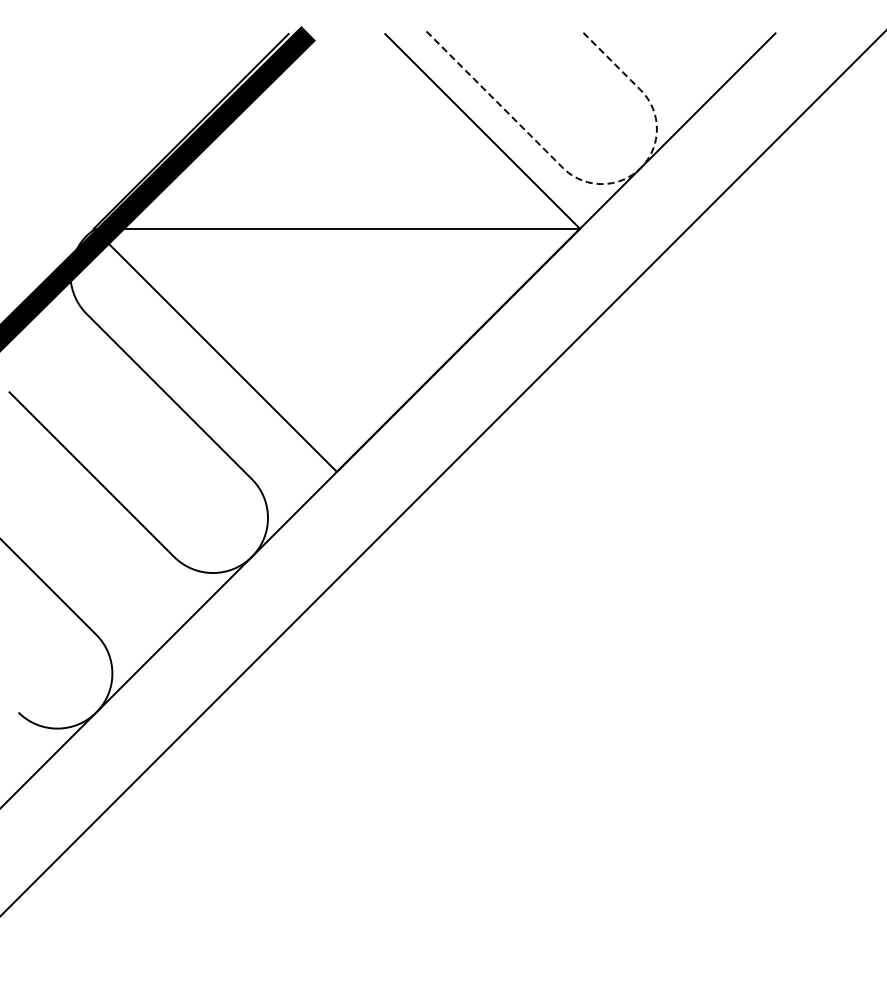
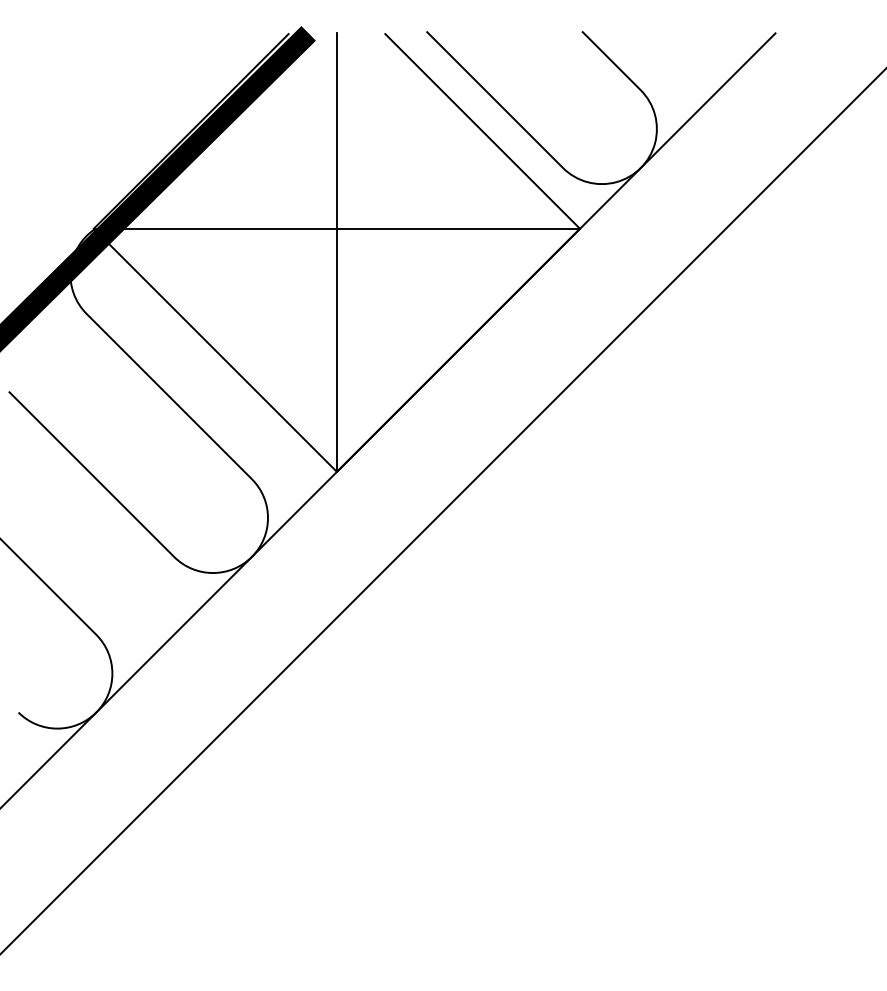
line at (601, 184): dashed -> solid
line at (336, 252): none -> present
line at (442, 473) position: (442, 473) -> (442, 511)
